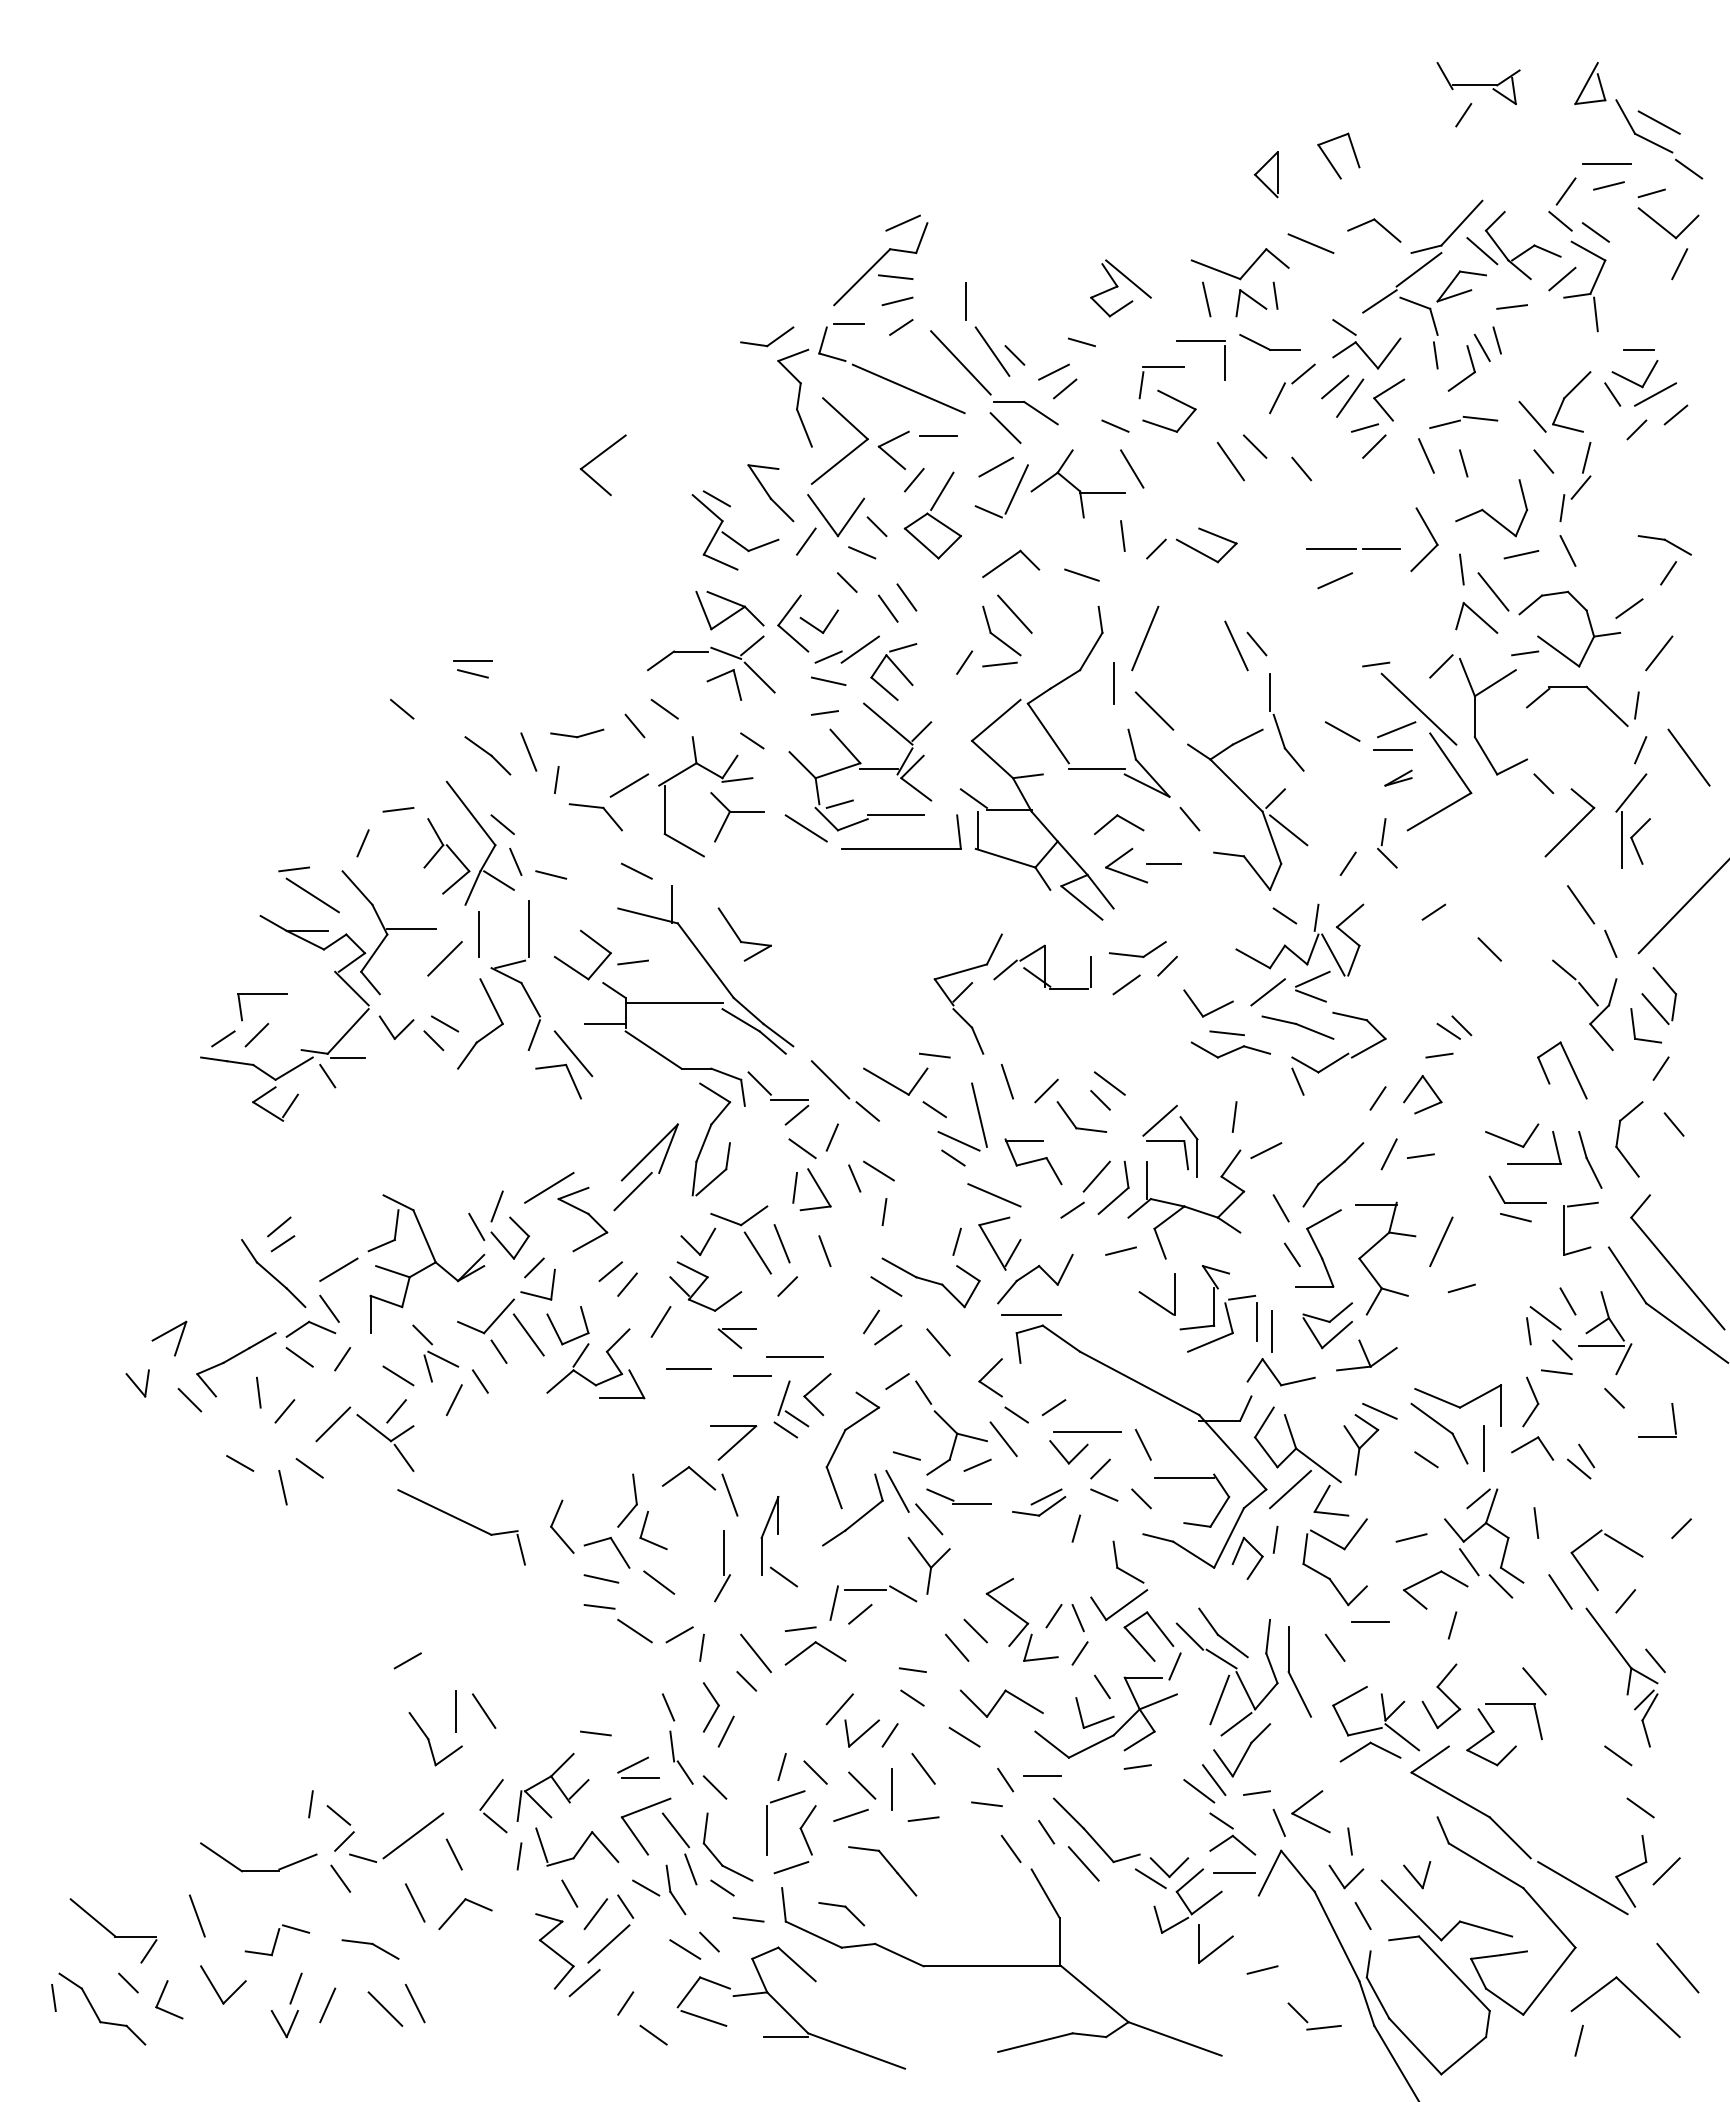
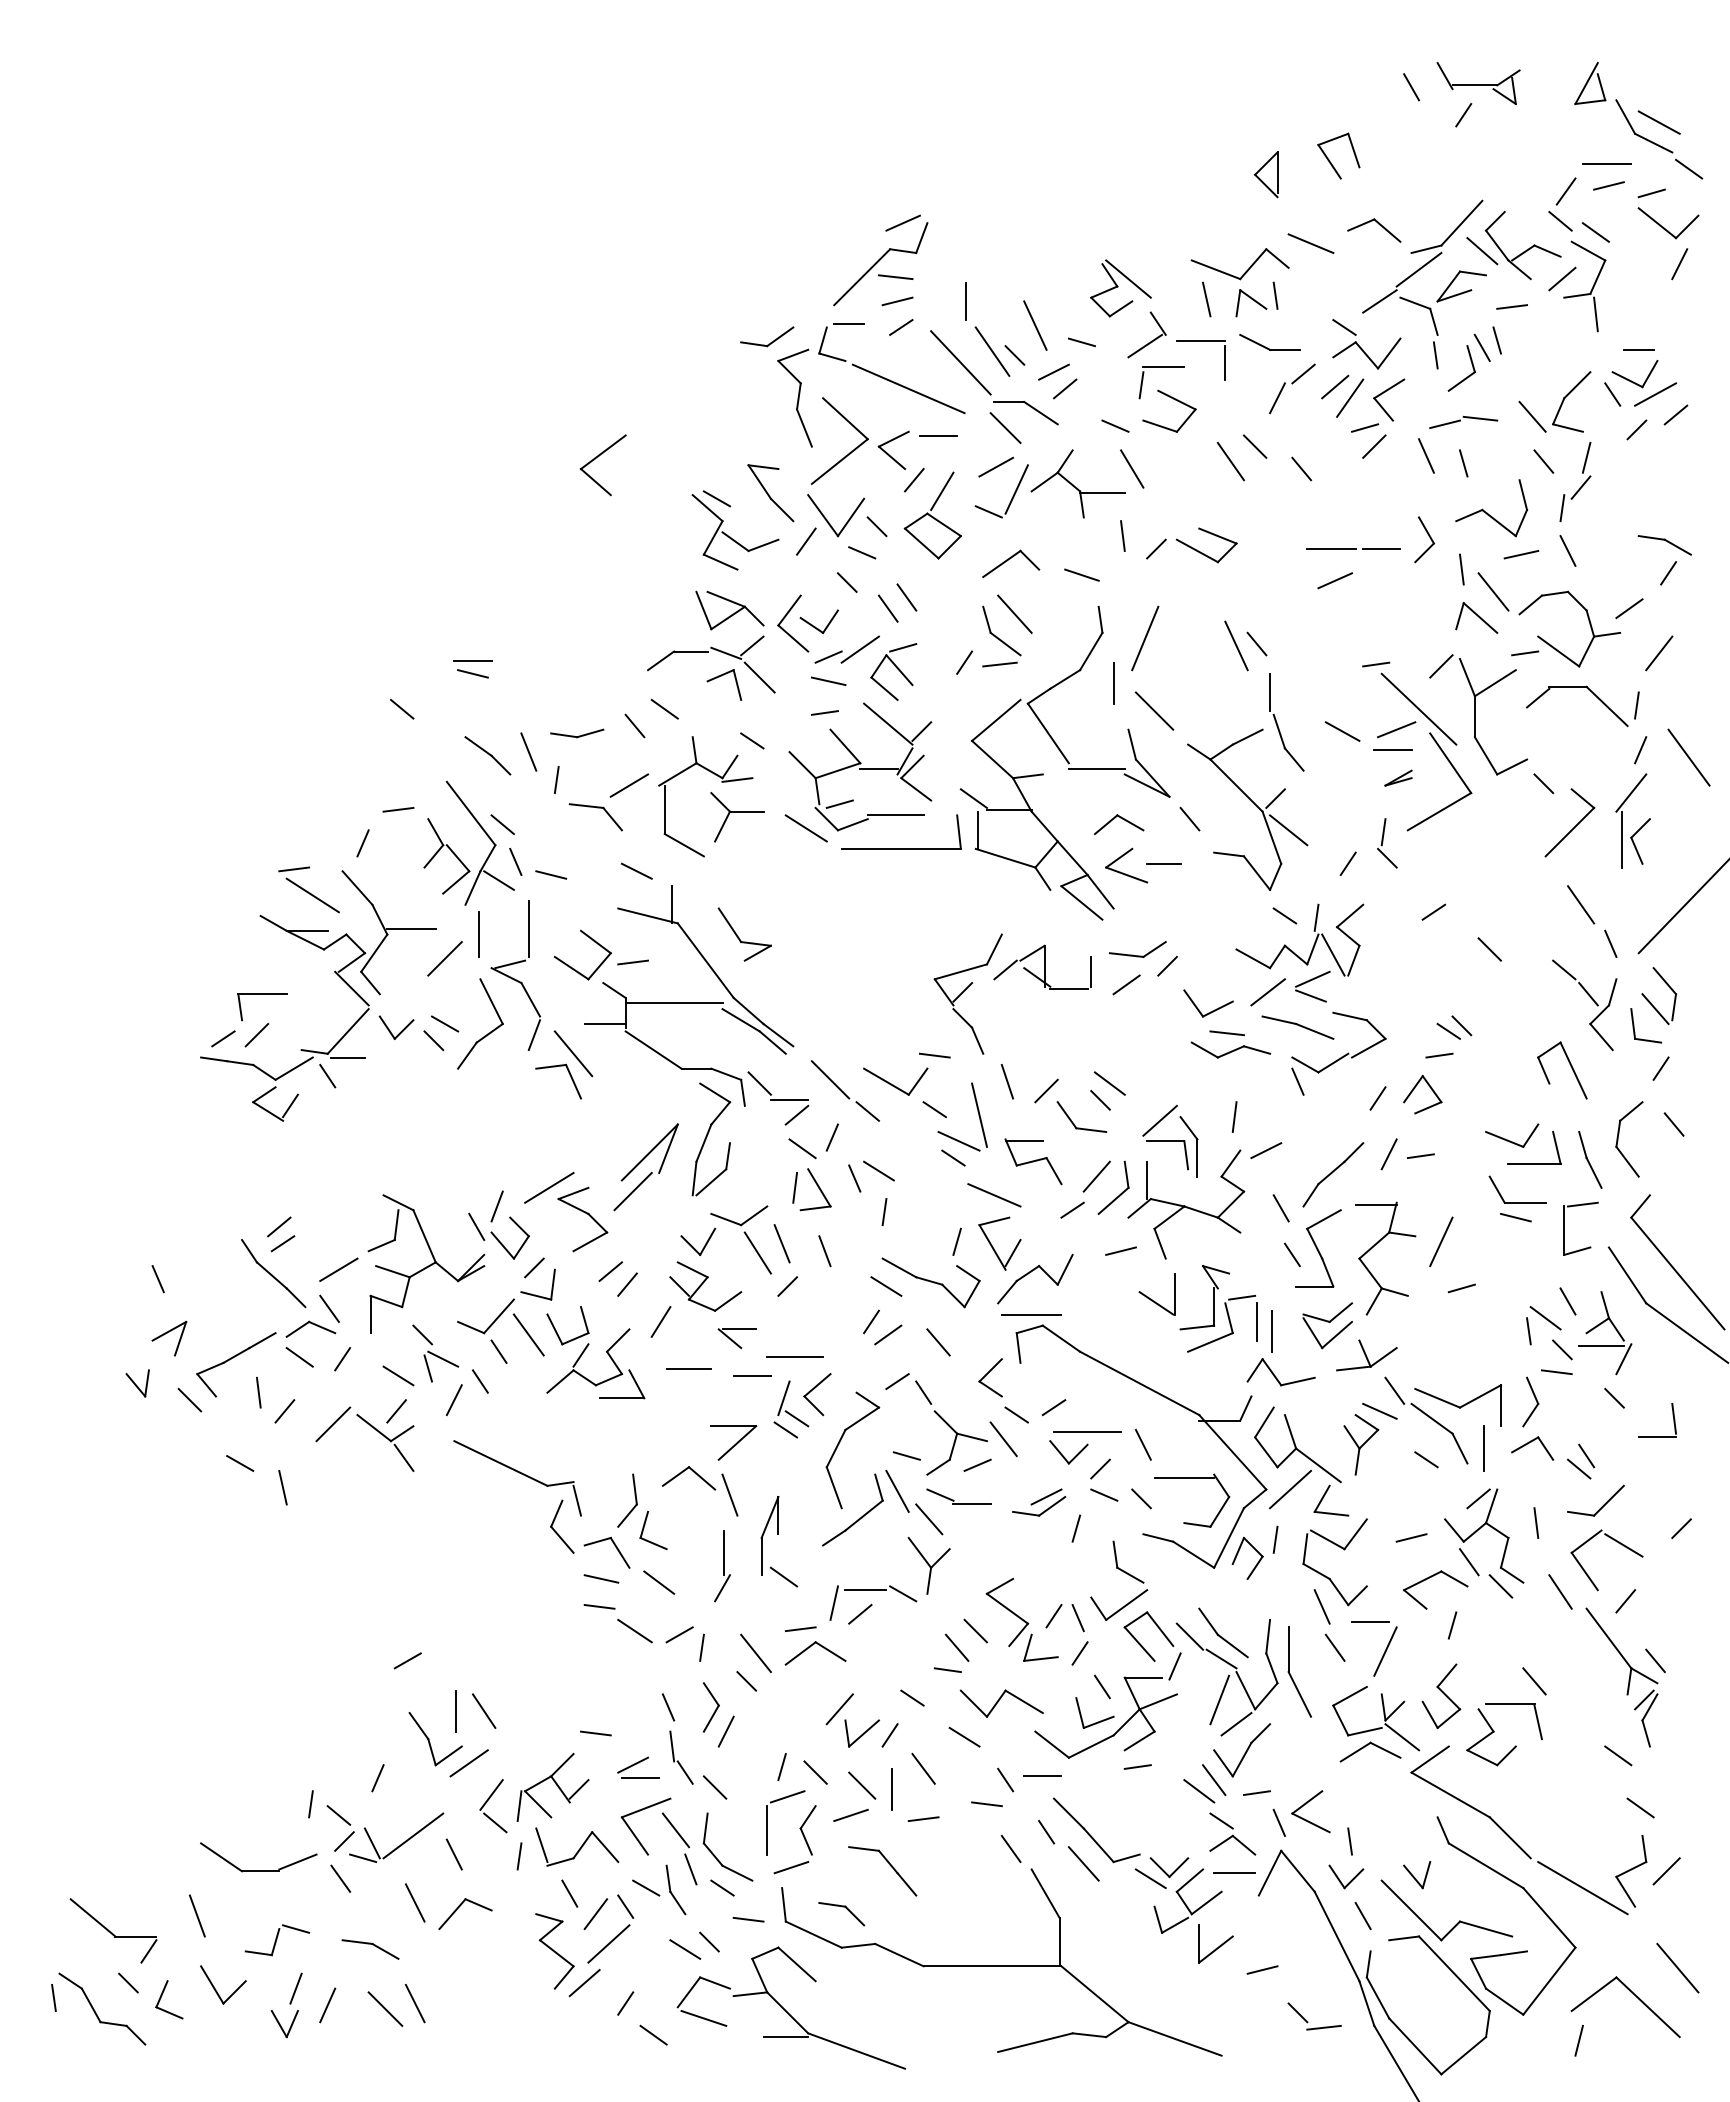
line at (1411, 87): none -> present
line at (1035, 325): none -> present
part at (1151, 340): none -> present
part at (1424, 539) size: 29x66 px -> 22x48 px
line at (157, 1279): none -> present
line at (1394, 1390): none -> present
line at (309, 1468): present -> none
part at (1601, 1506): none -> present
part at (461, 1527) position: (461, 1527) -> (517, 1478)
line at (1321, 1606): none -> present
line at (1385, 1651): none -> present
line at (912, 1669) position: (912, 1669) -> (947, 1669)
line at (468, 1763): none -> present
line at (377, 1778): none -> present
line at (371, 1843): none -> present
